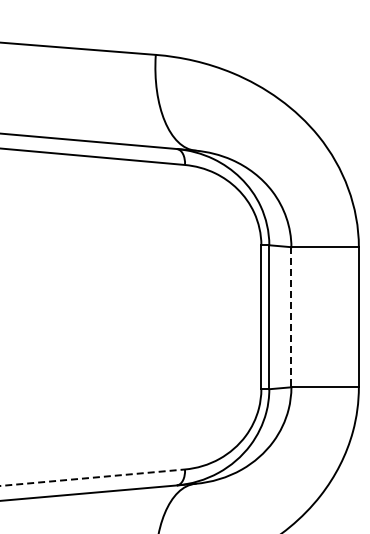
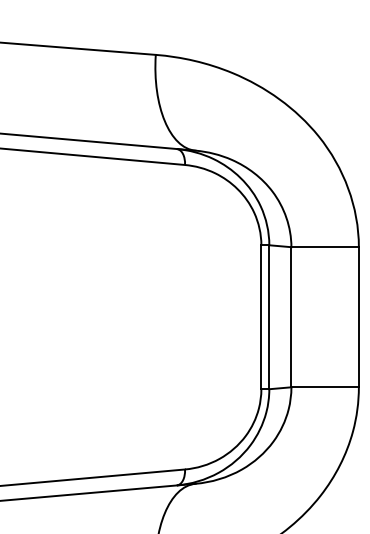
line at (291, 317): dashed -> solid
line at (92, 477): dashed -> solid
